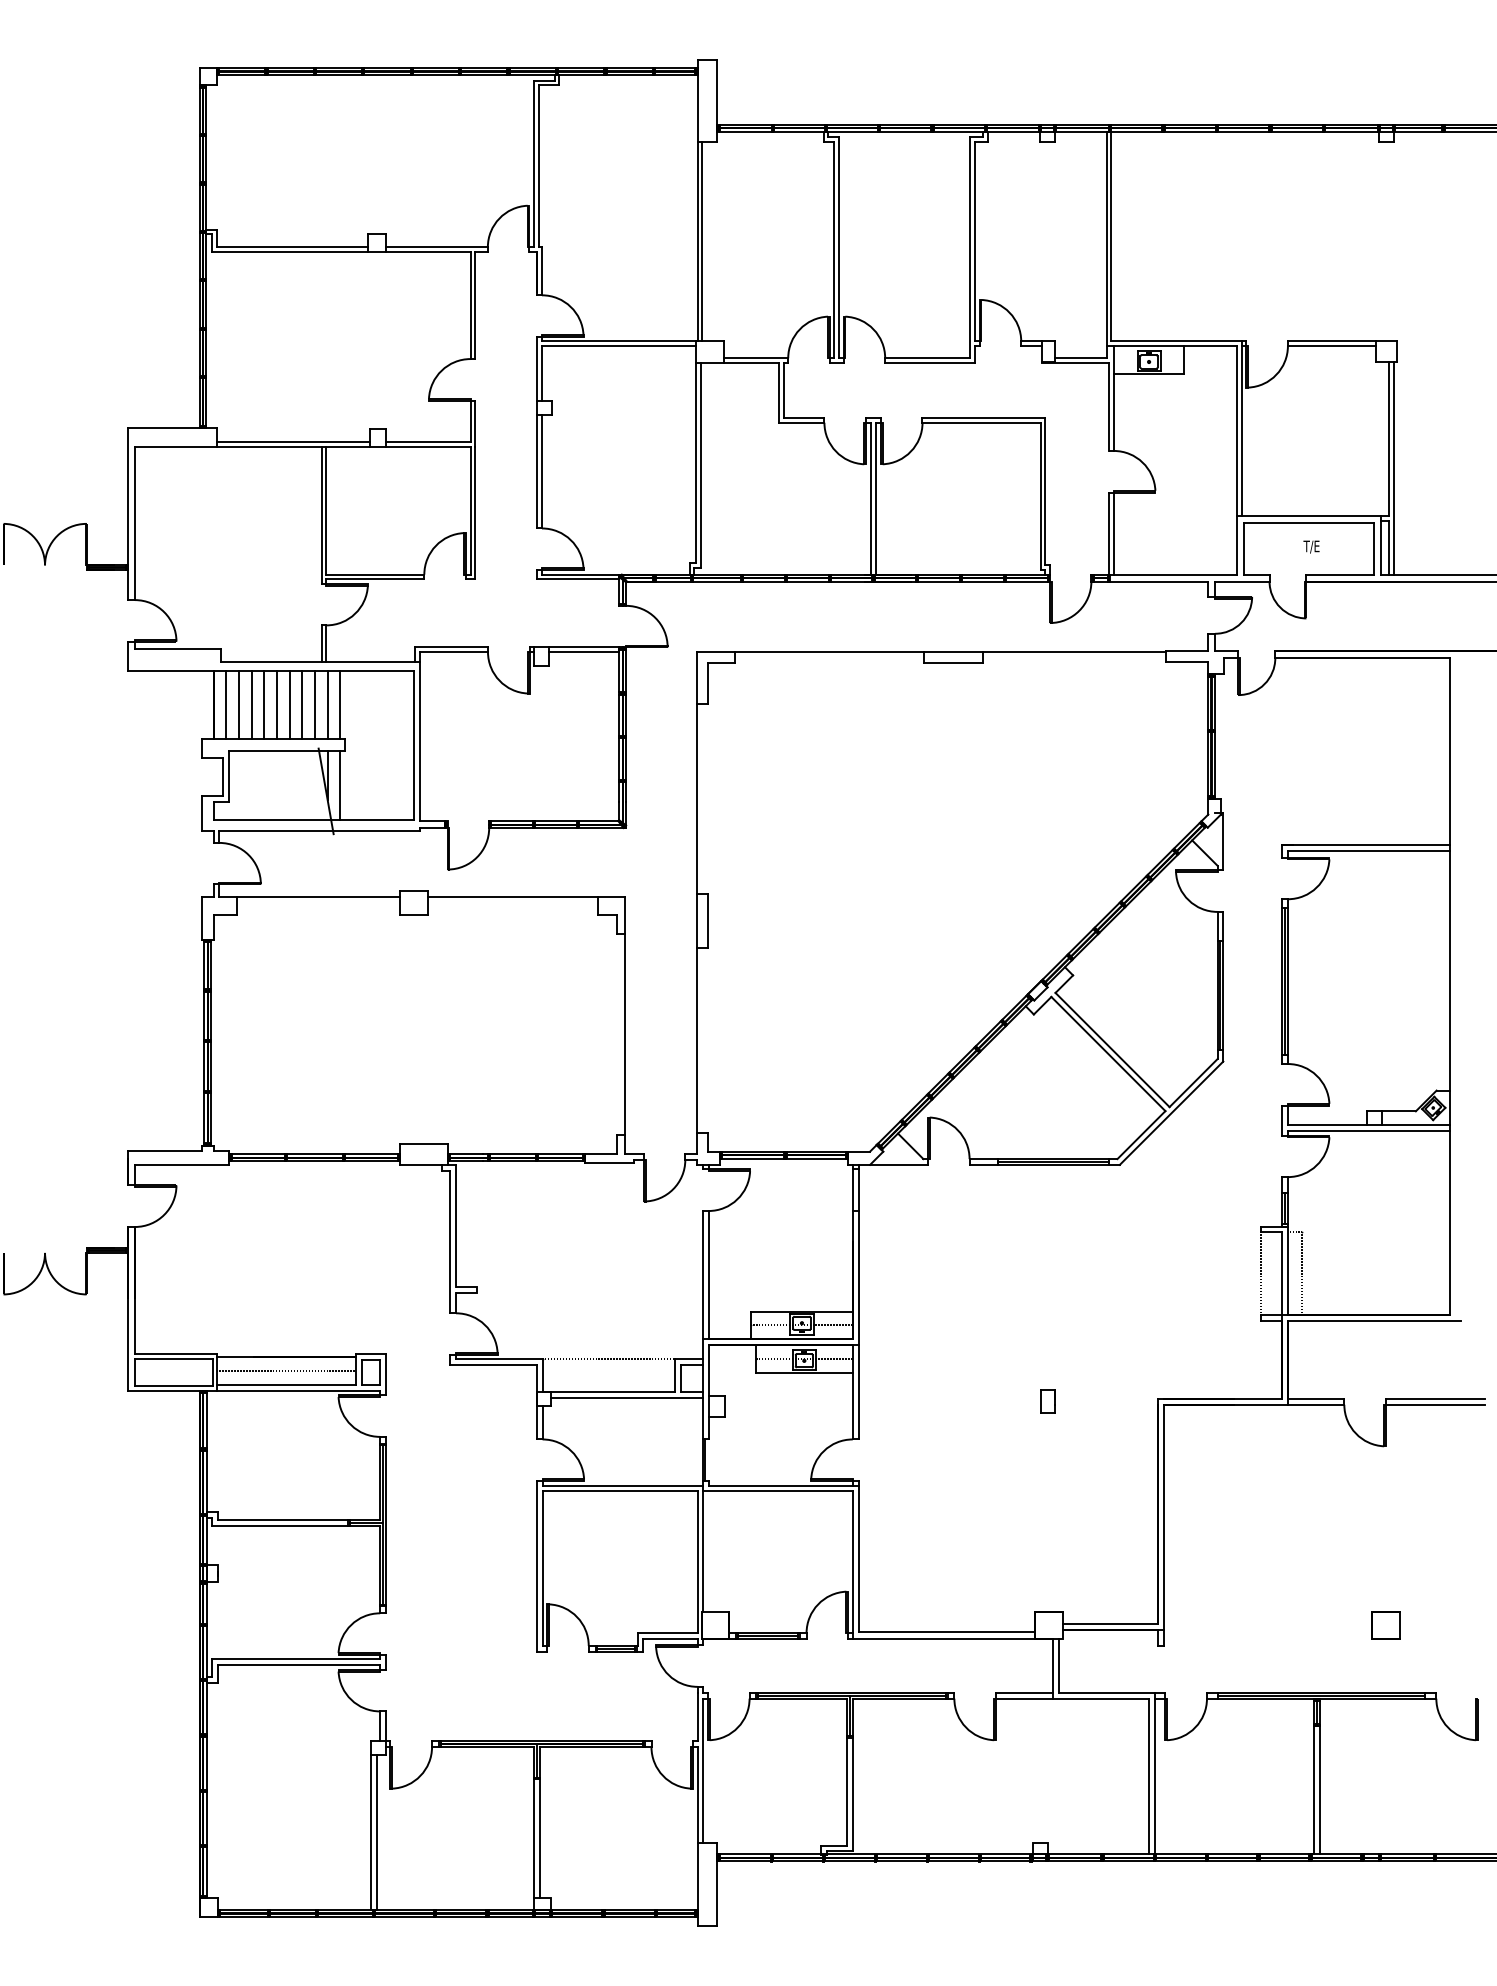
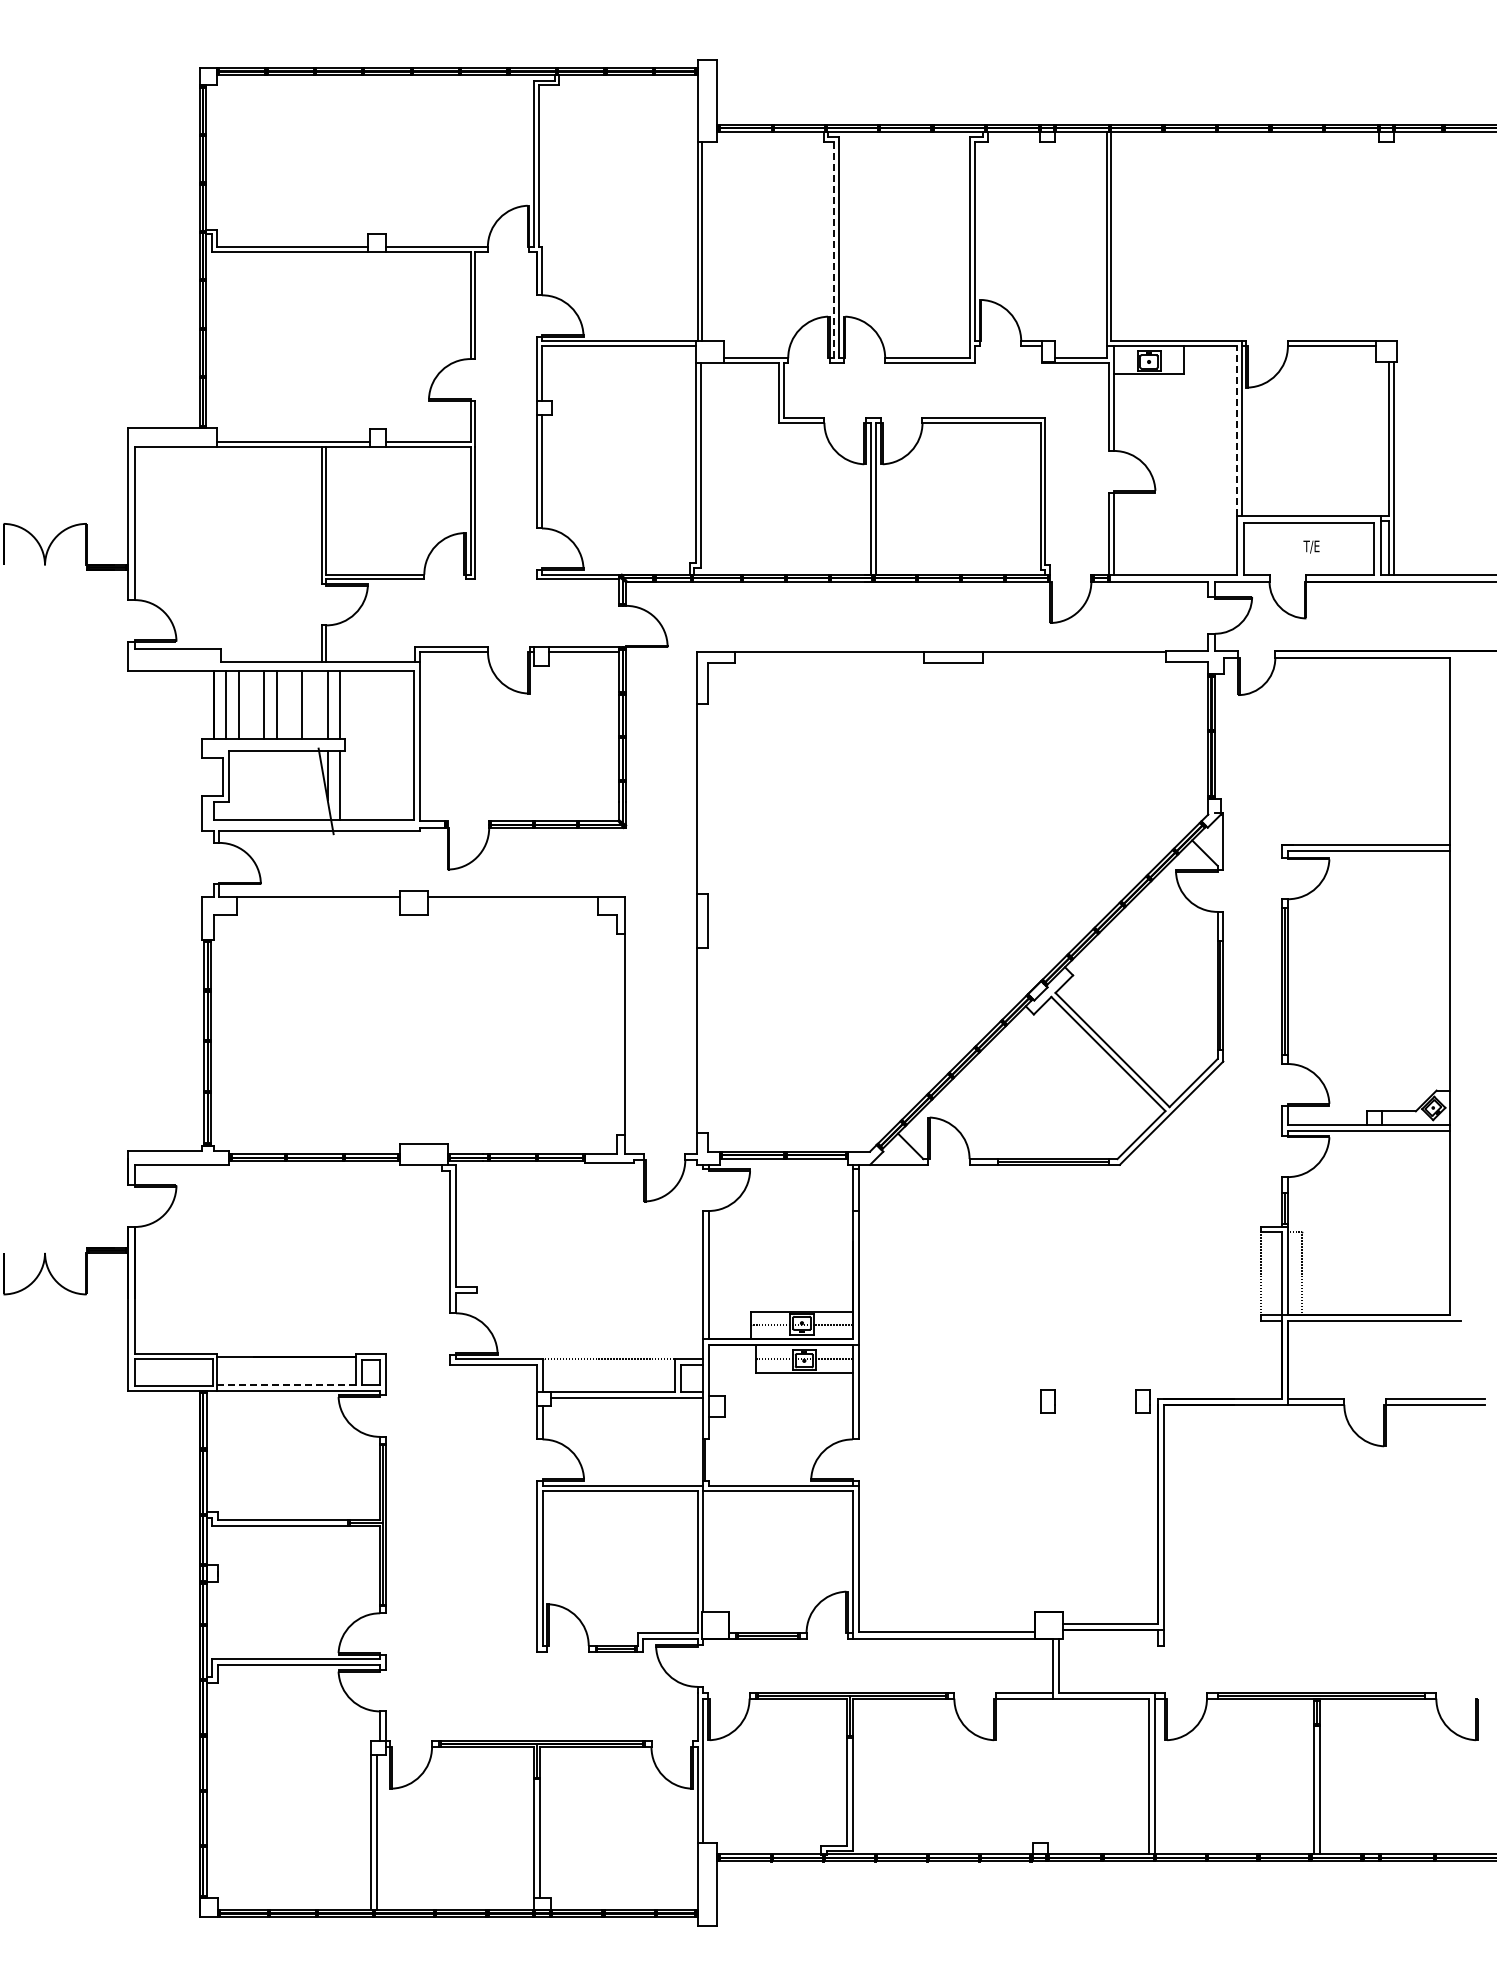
line at (834, 250): solid -> dashed
line at (1237, 430): solid -> dashed
line at (251, 704): present -> none
line at (289, 704): present -> none
line at (315, 704): present -> none
line at (286, 1371): present -> none
line at (287, 1384): solid -> dashed
part at (1142, 1401): none -> present
part at (1385, 1625): present -> none
